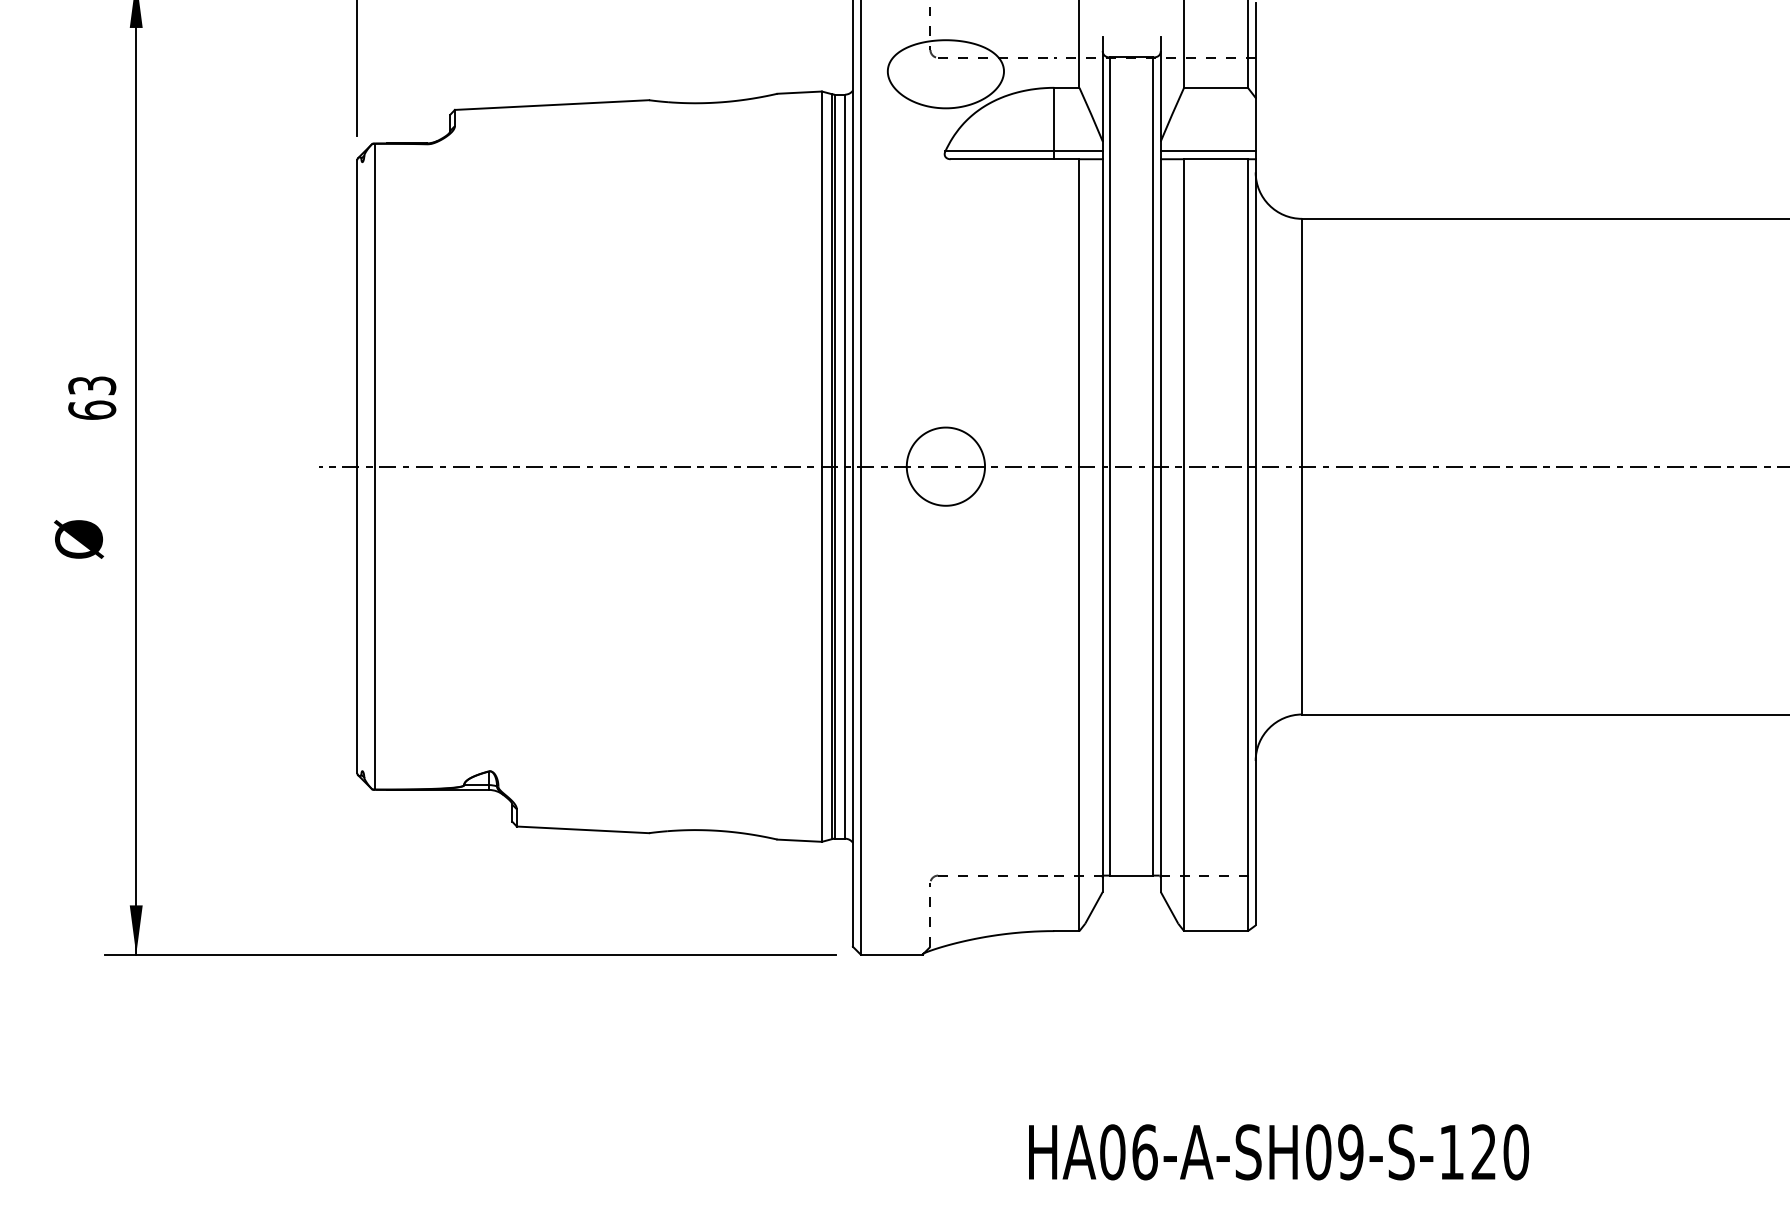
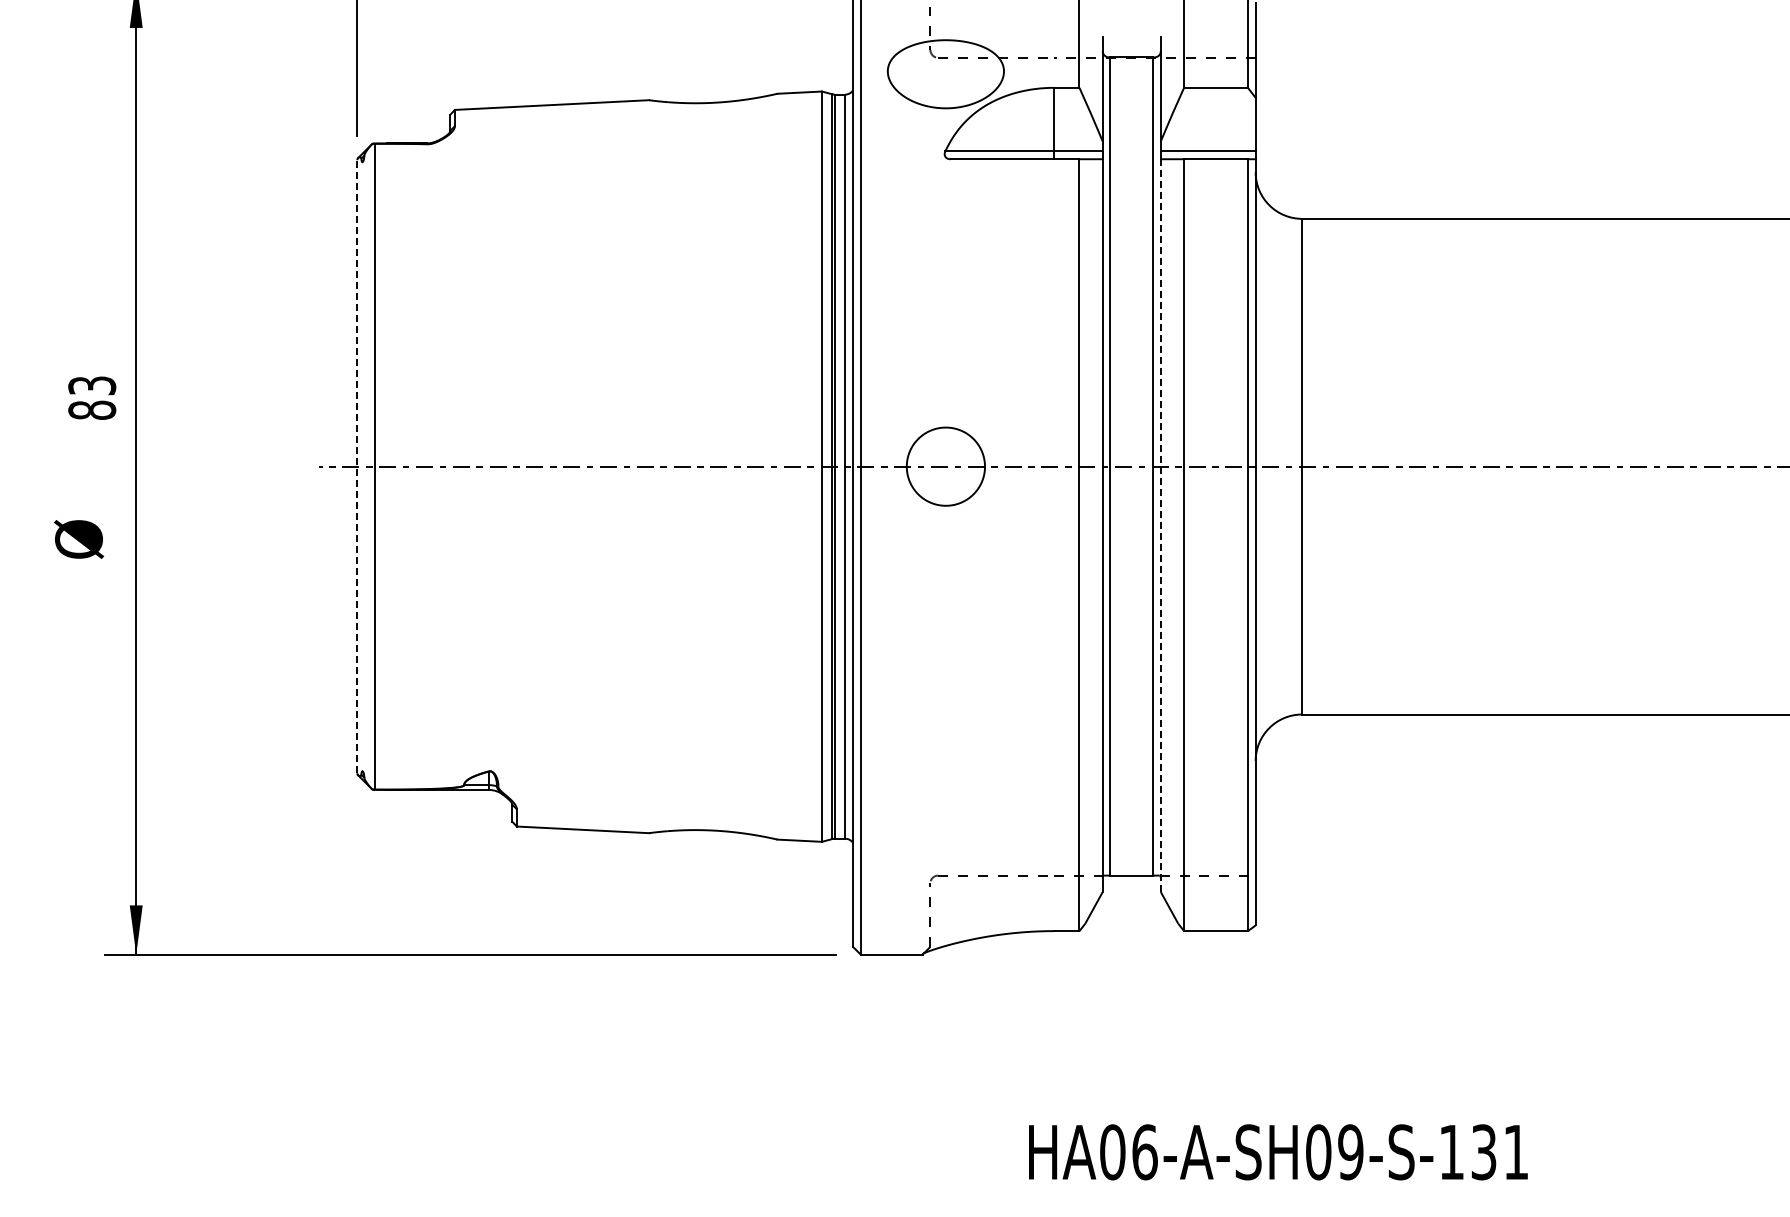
text at (92, 409): 63 -> 83
line at (357, 466): solid -> dashed
line at (1160, 526): solid -> dashed
text at (1500, 1152): HA06-A-SH09-S-120 -> HA06-A-SH09-S-131
